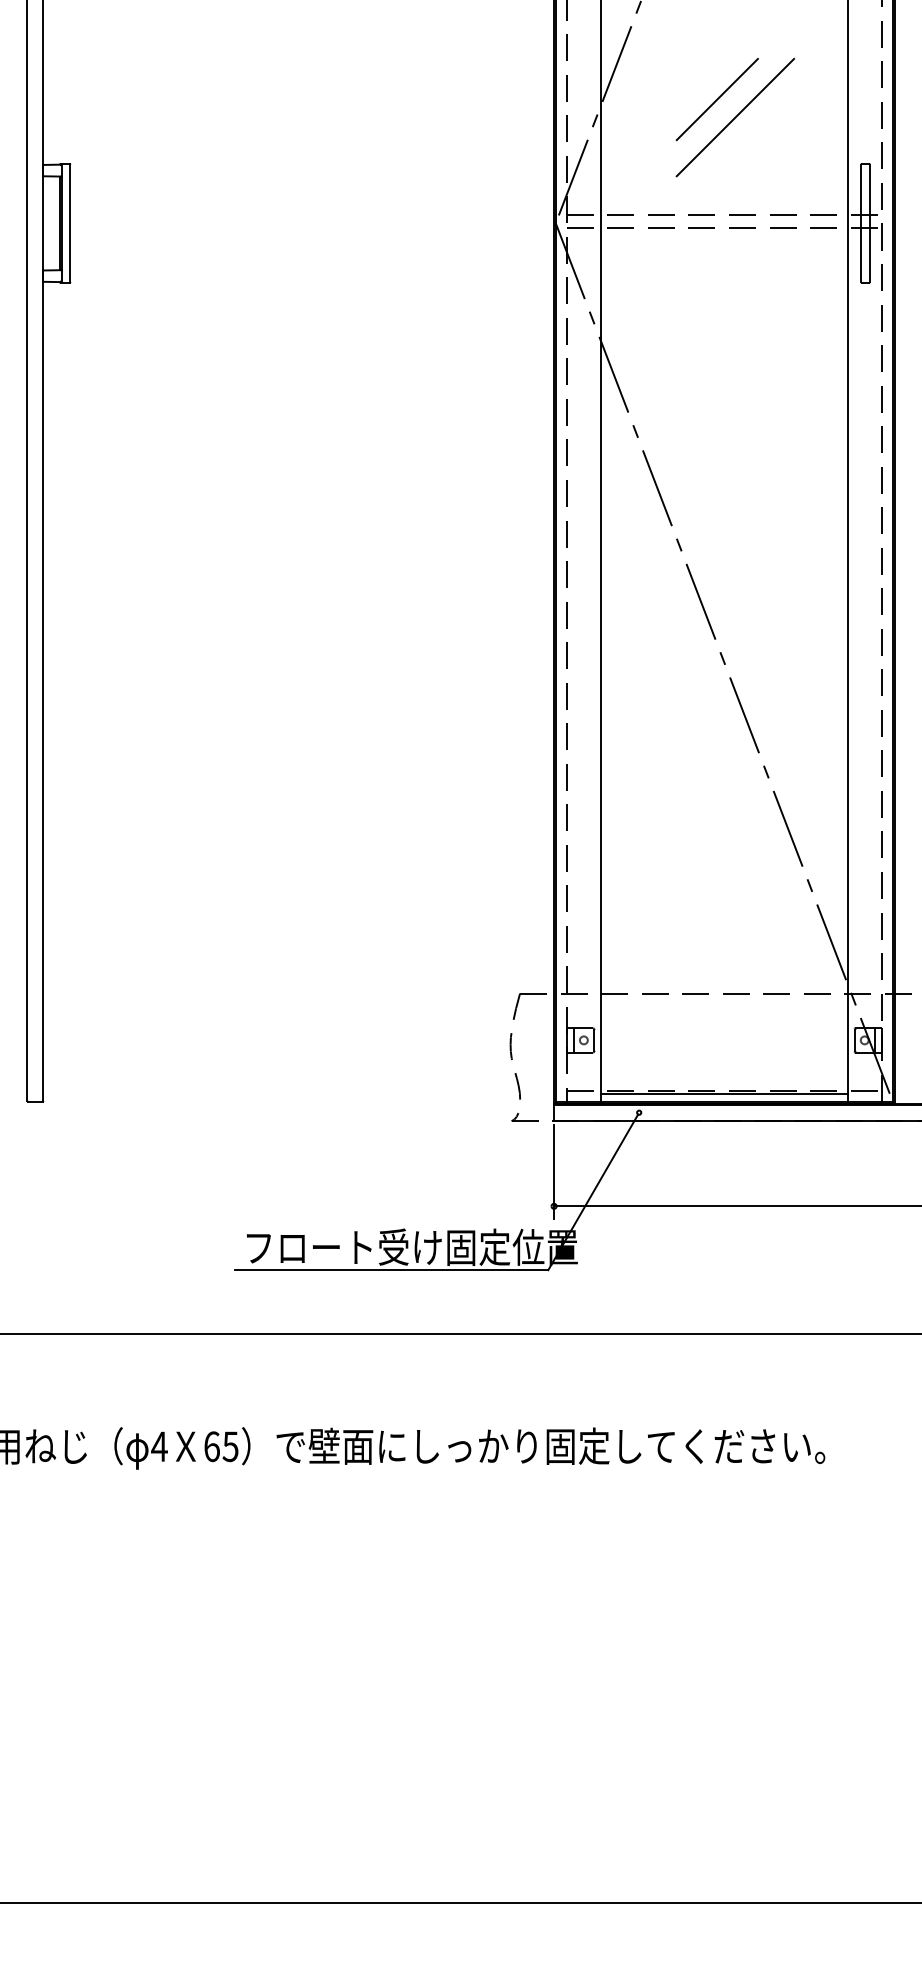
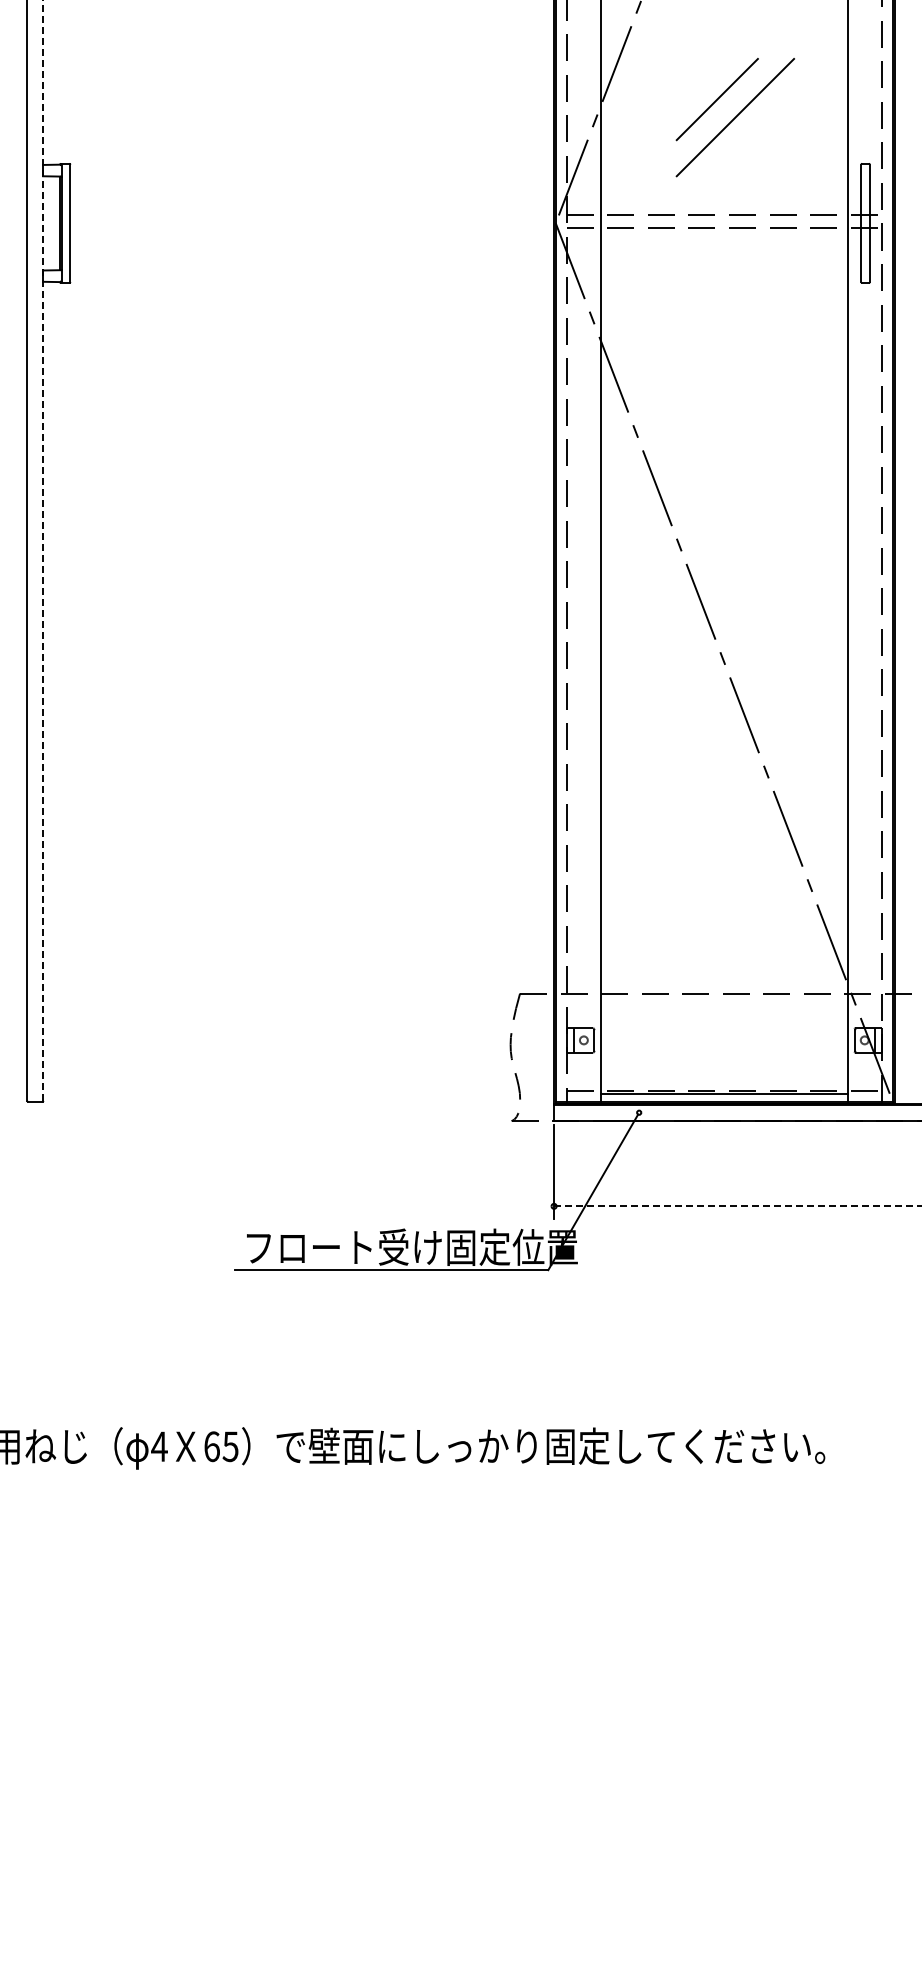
line at (43, 550): solid -> dashed
line at (737, 1206): solid -> dashed
line at (460, 1334): present -> none
line at (460, 1903): present -> none
